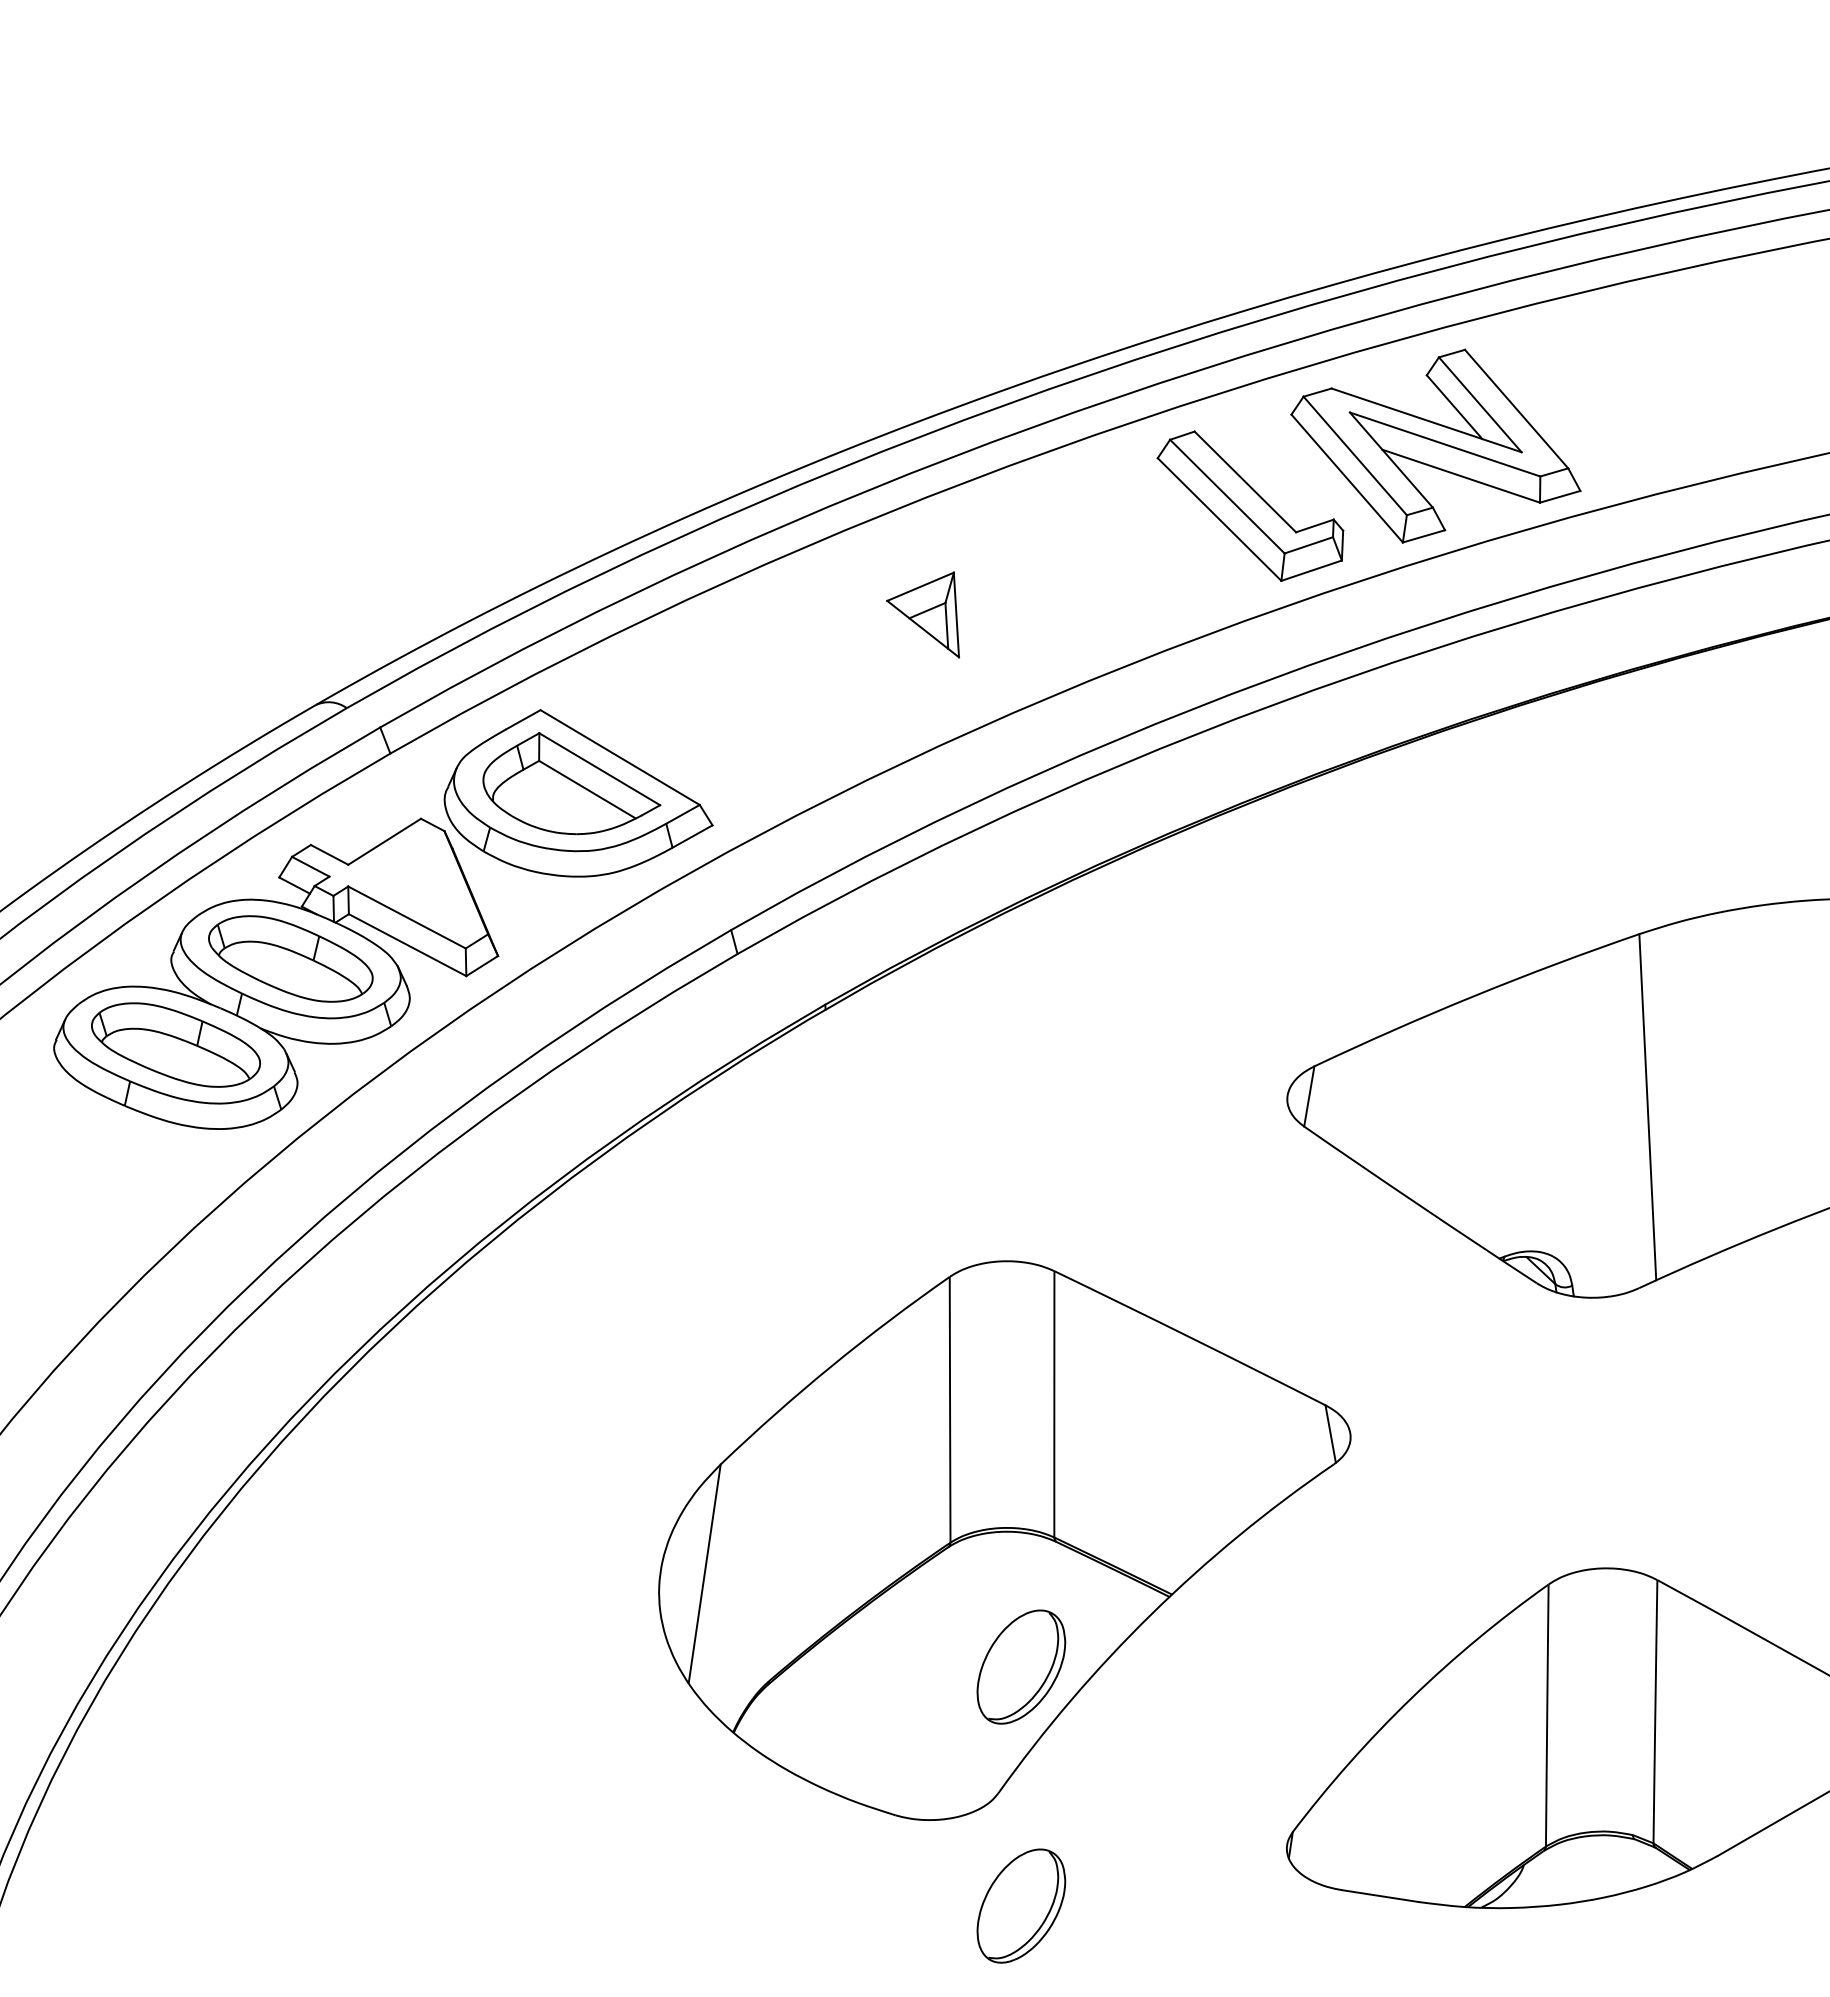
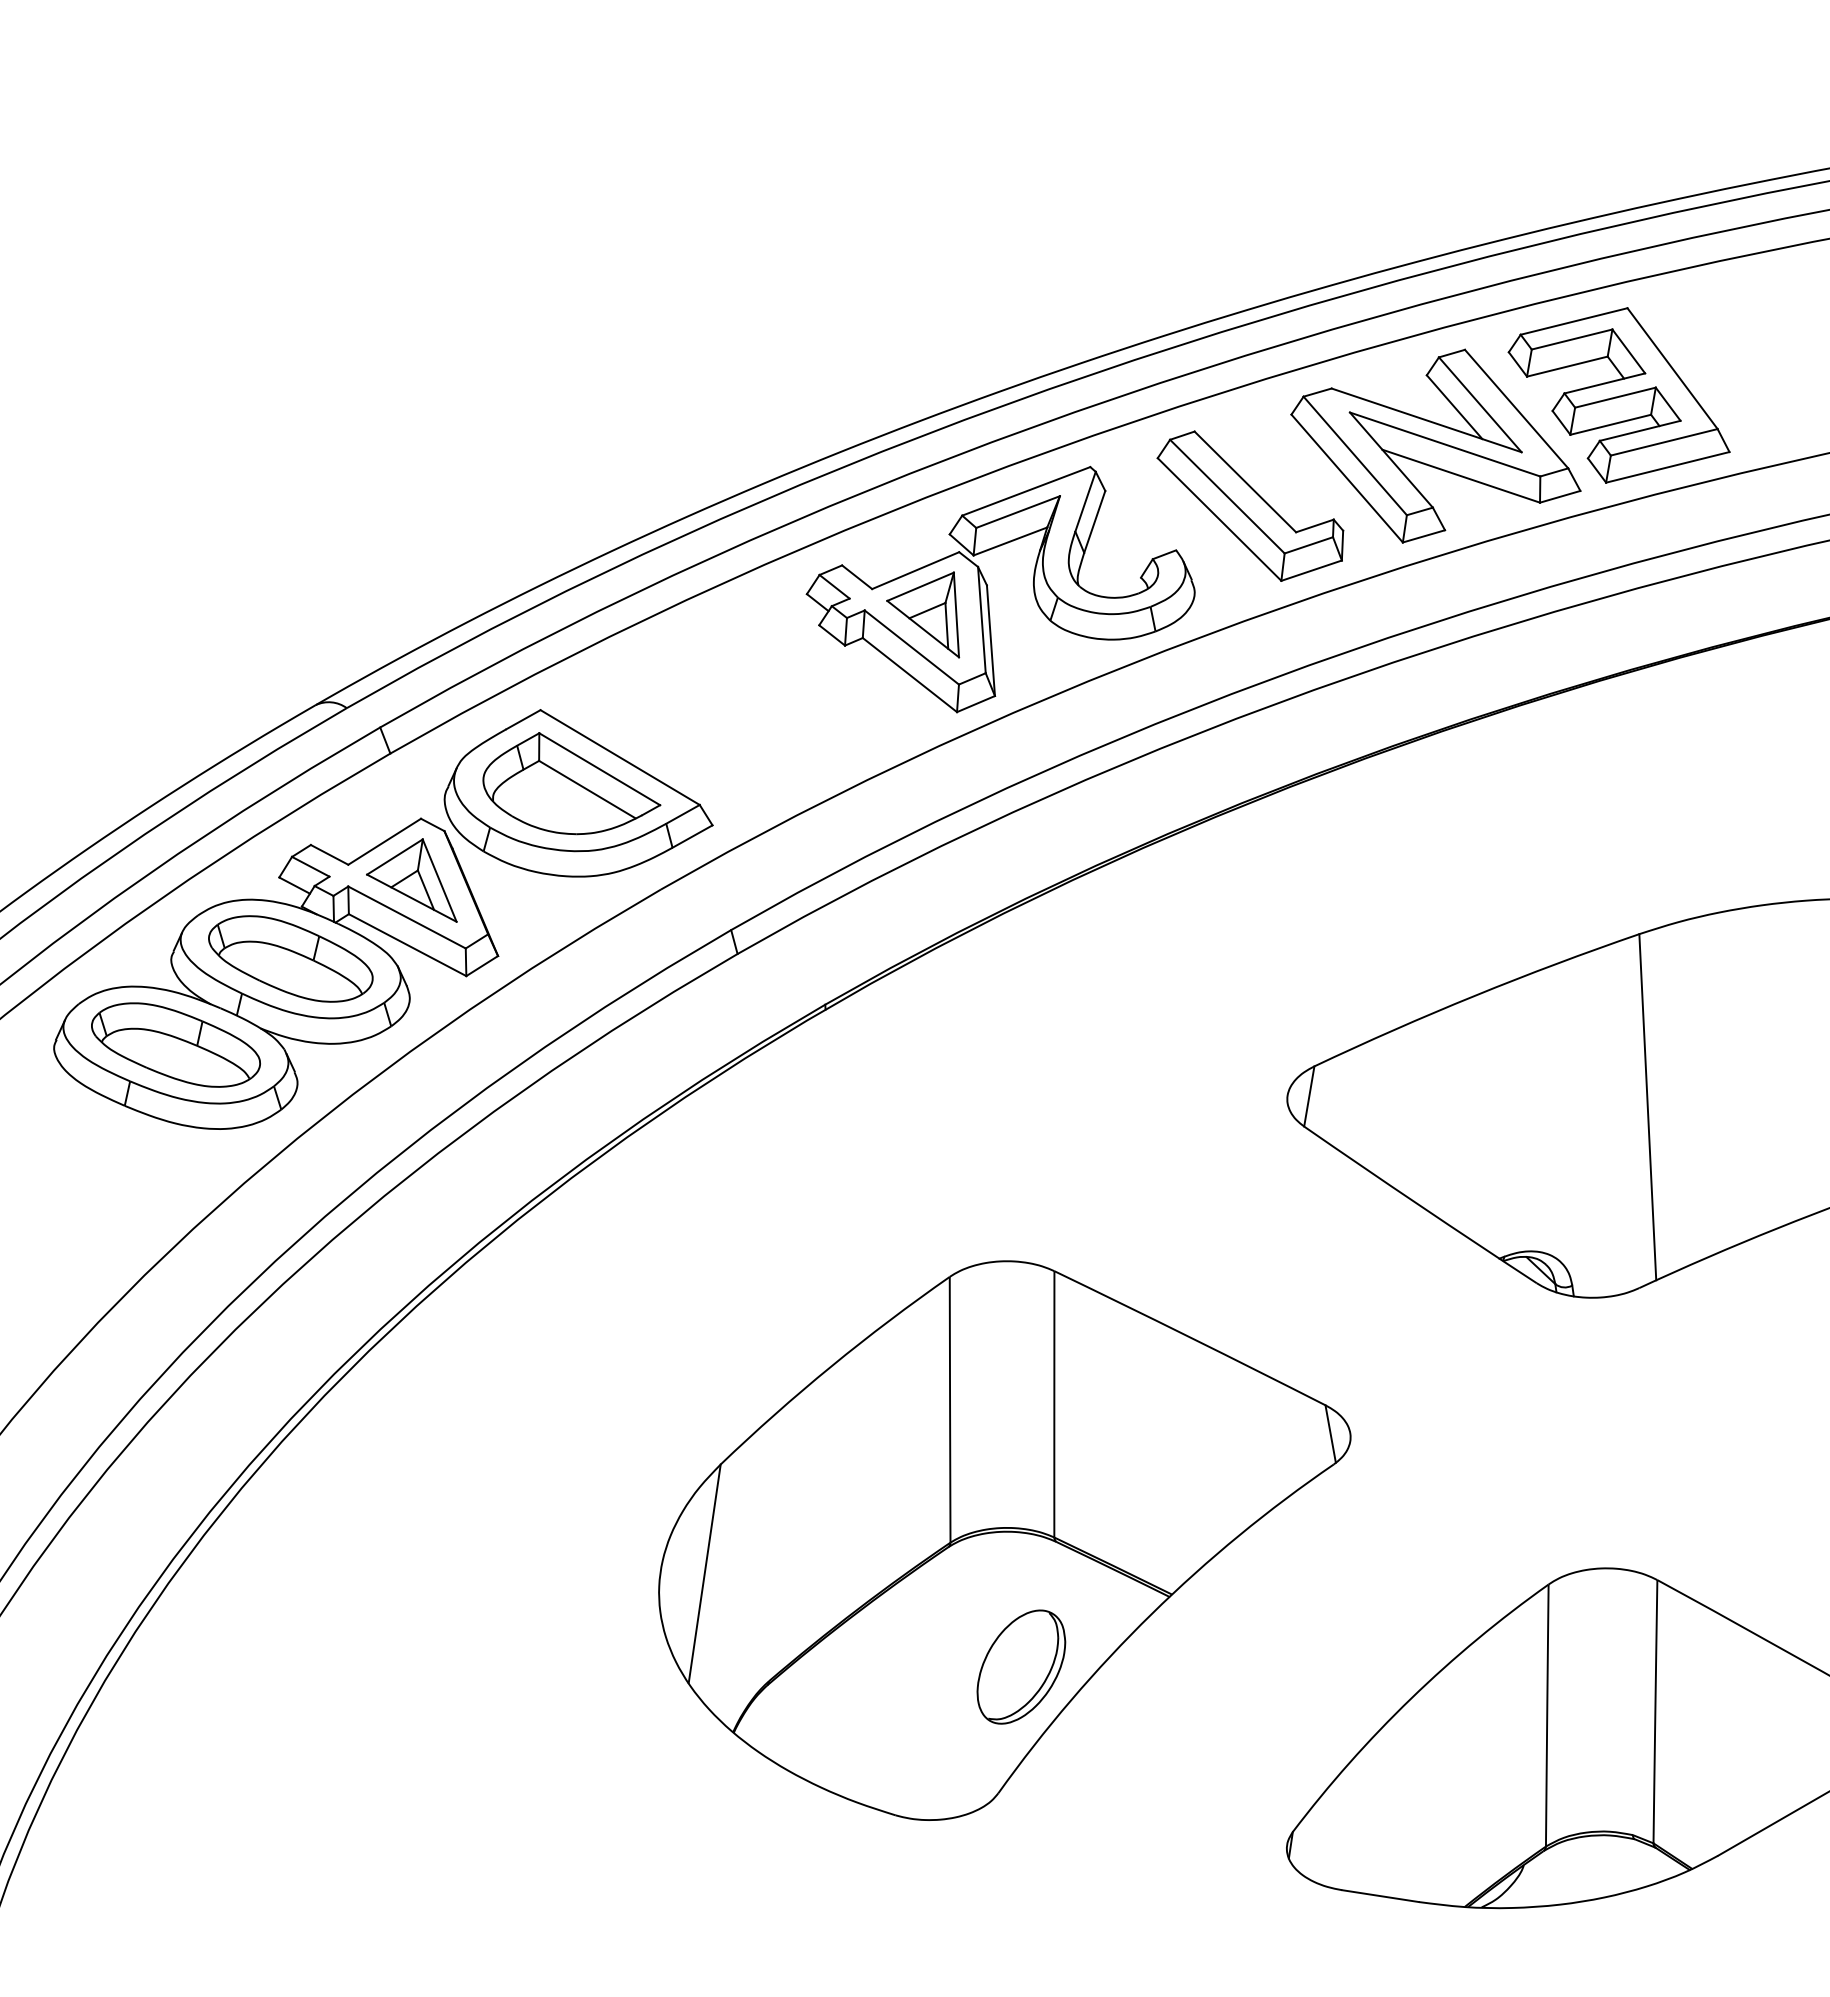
part at (1618, 395): none -> present
part at (988, 589): none -> present
part at (411, 880): none -> present
part at (1021, 1905): present -> none
